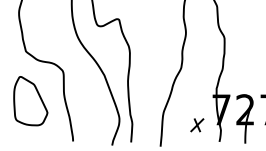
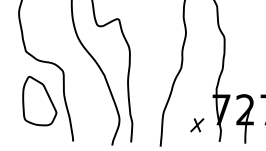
part at (30, 101) position: (30, 101) -> (39, 101)
